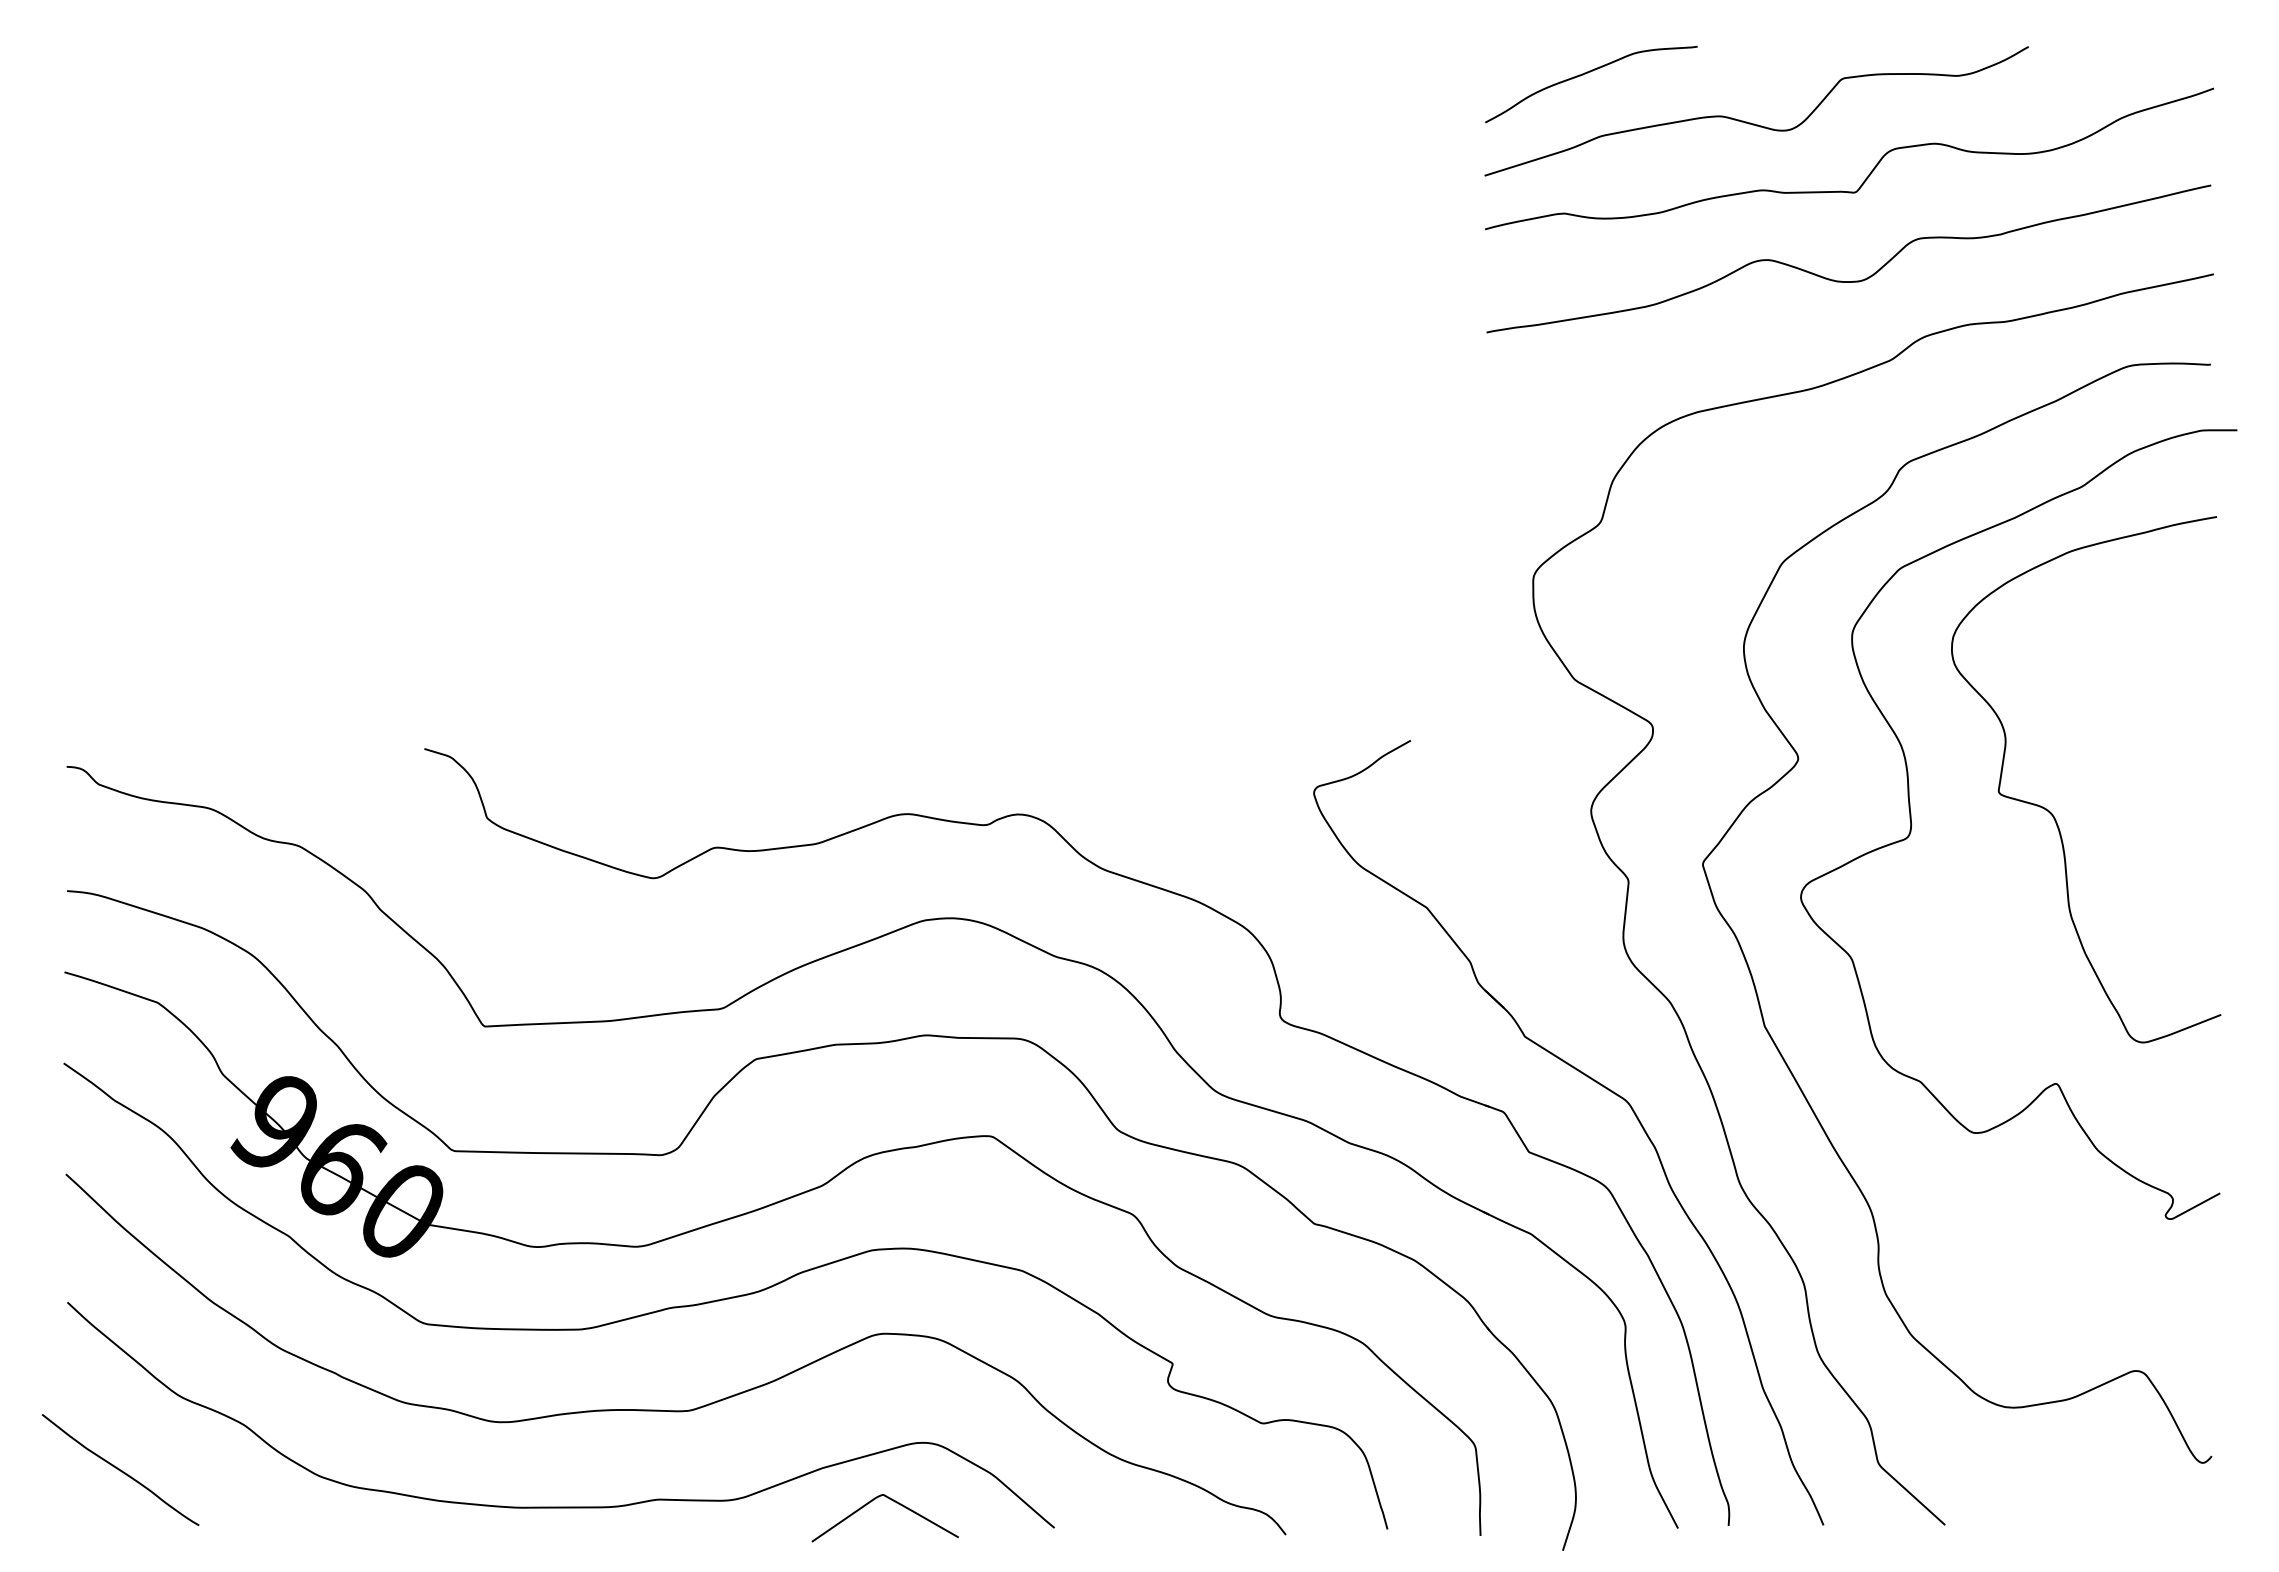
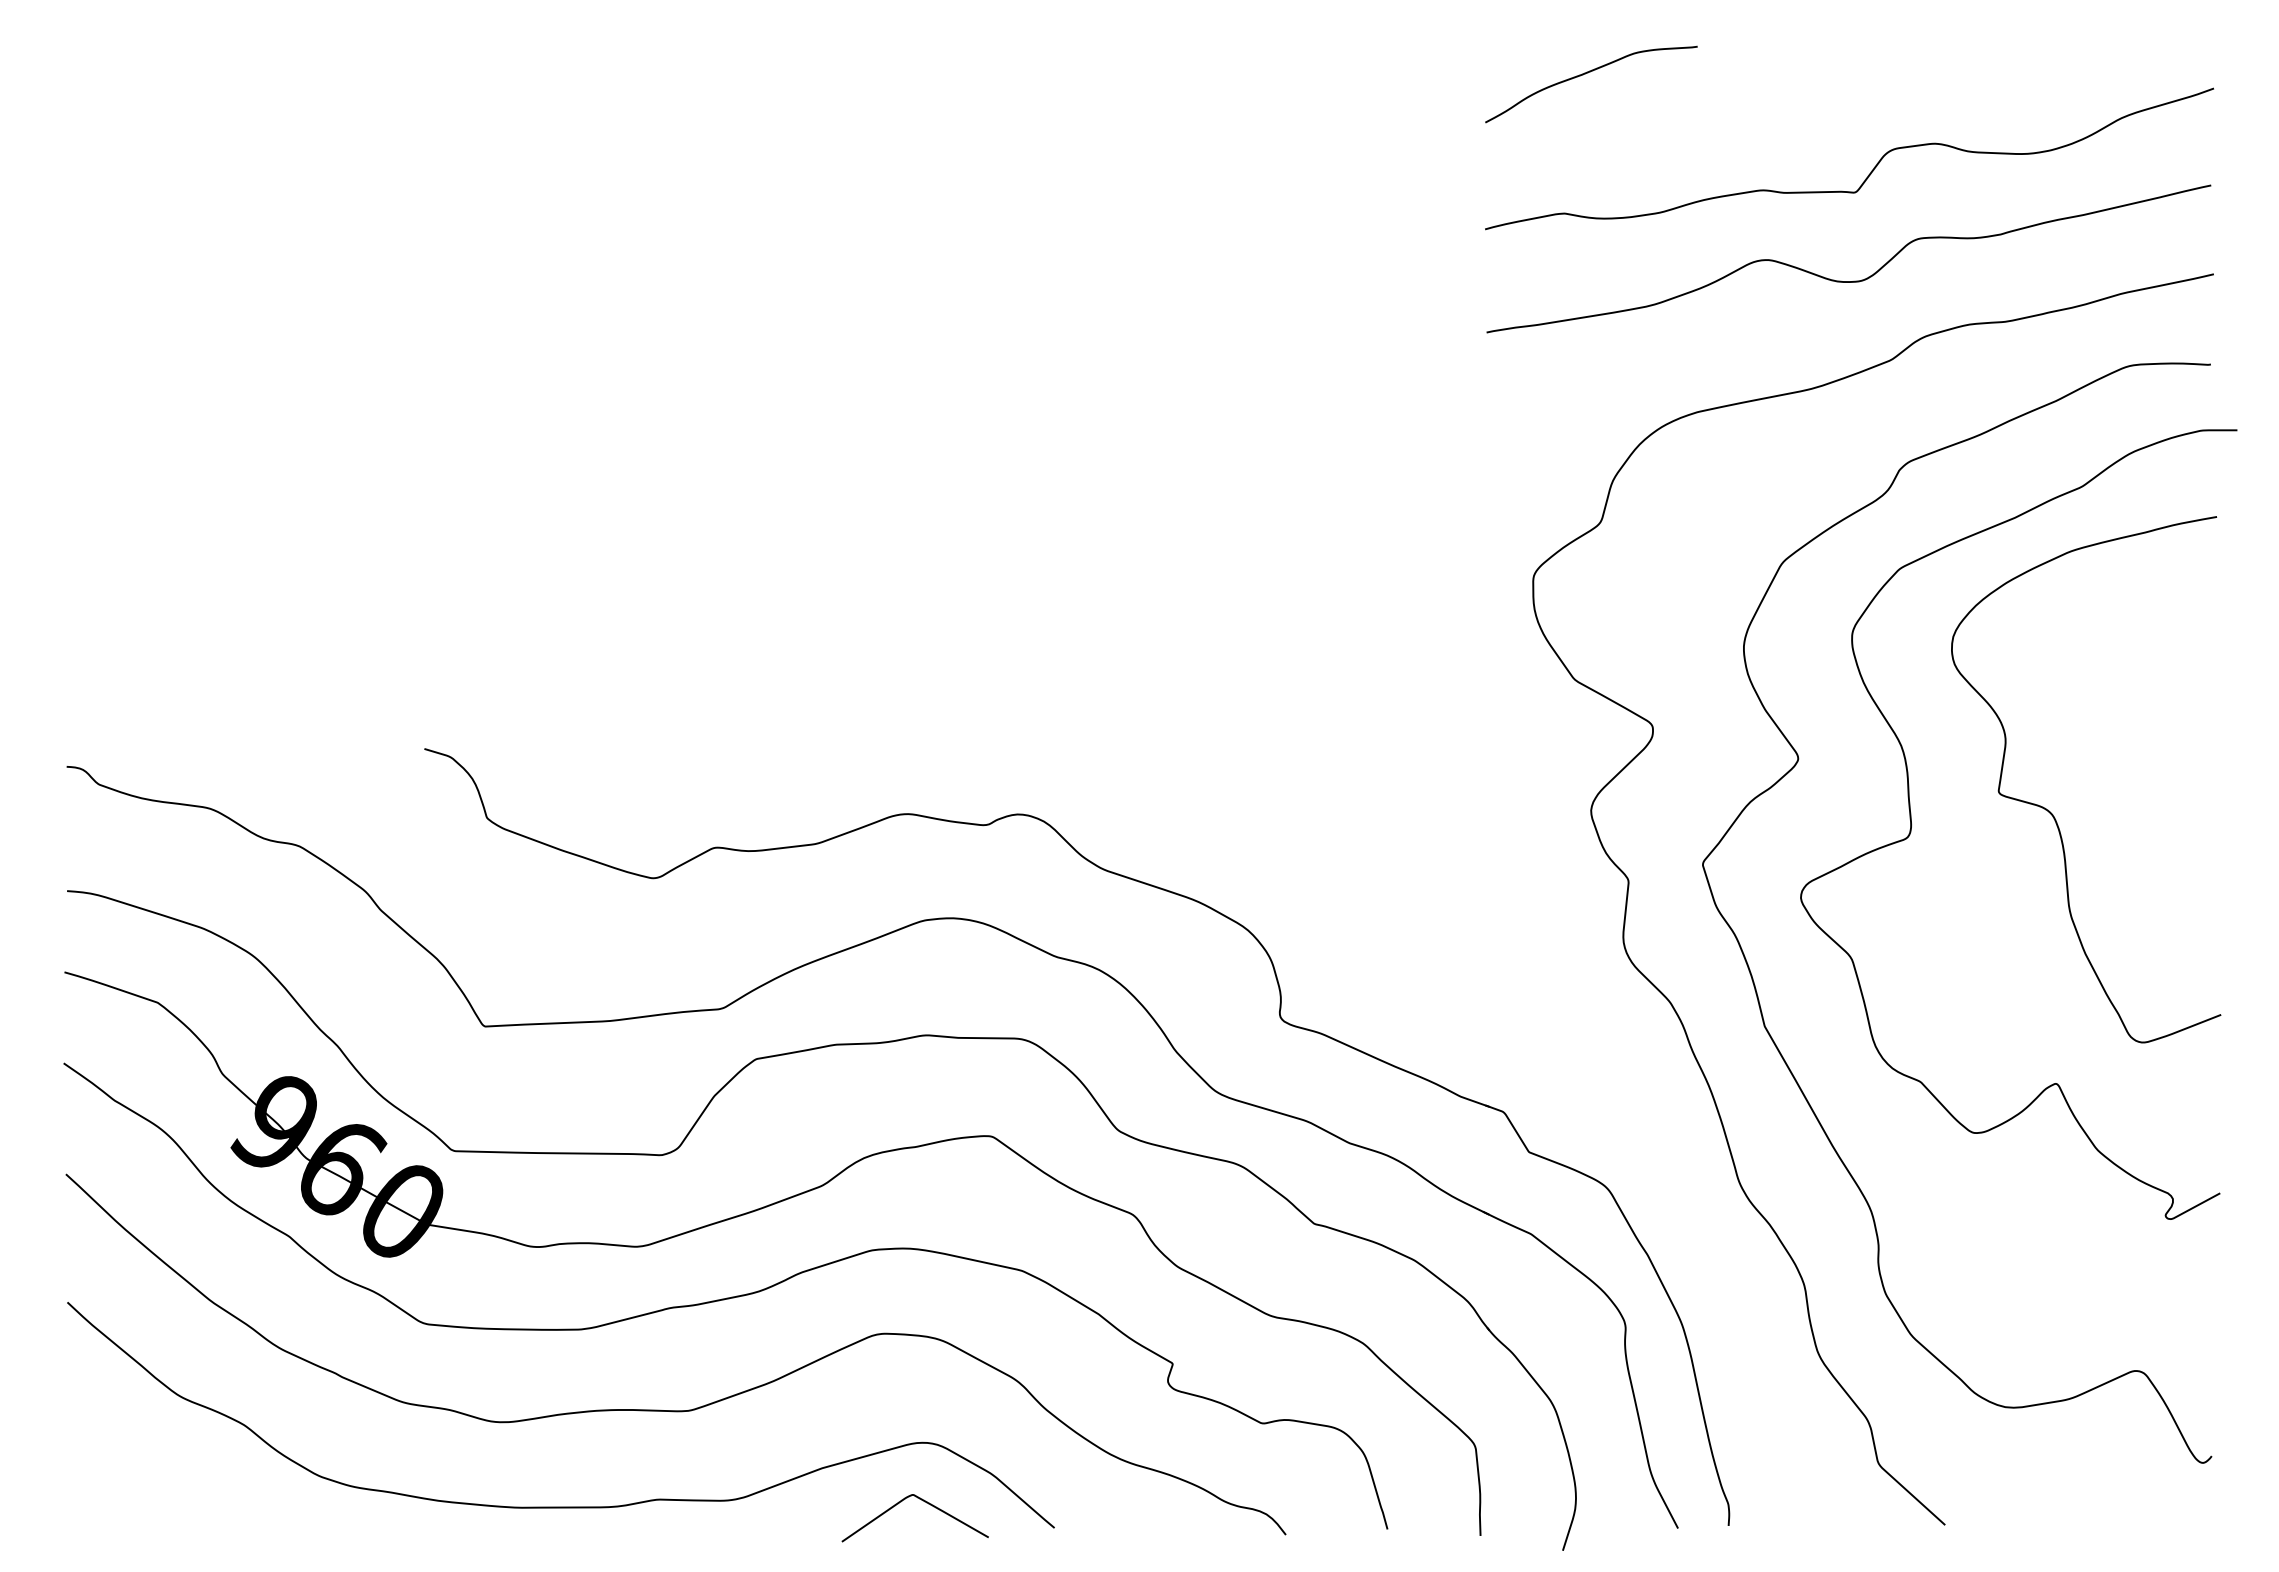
curve at (1754, 123): present -> none
part at (1598, 1084): present -> none
curve at (120, 1469): present -> none
curve at (894, 1502) position: (894, 1502) -> (924, 1502)
